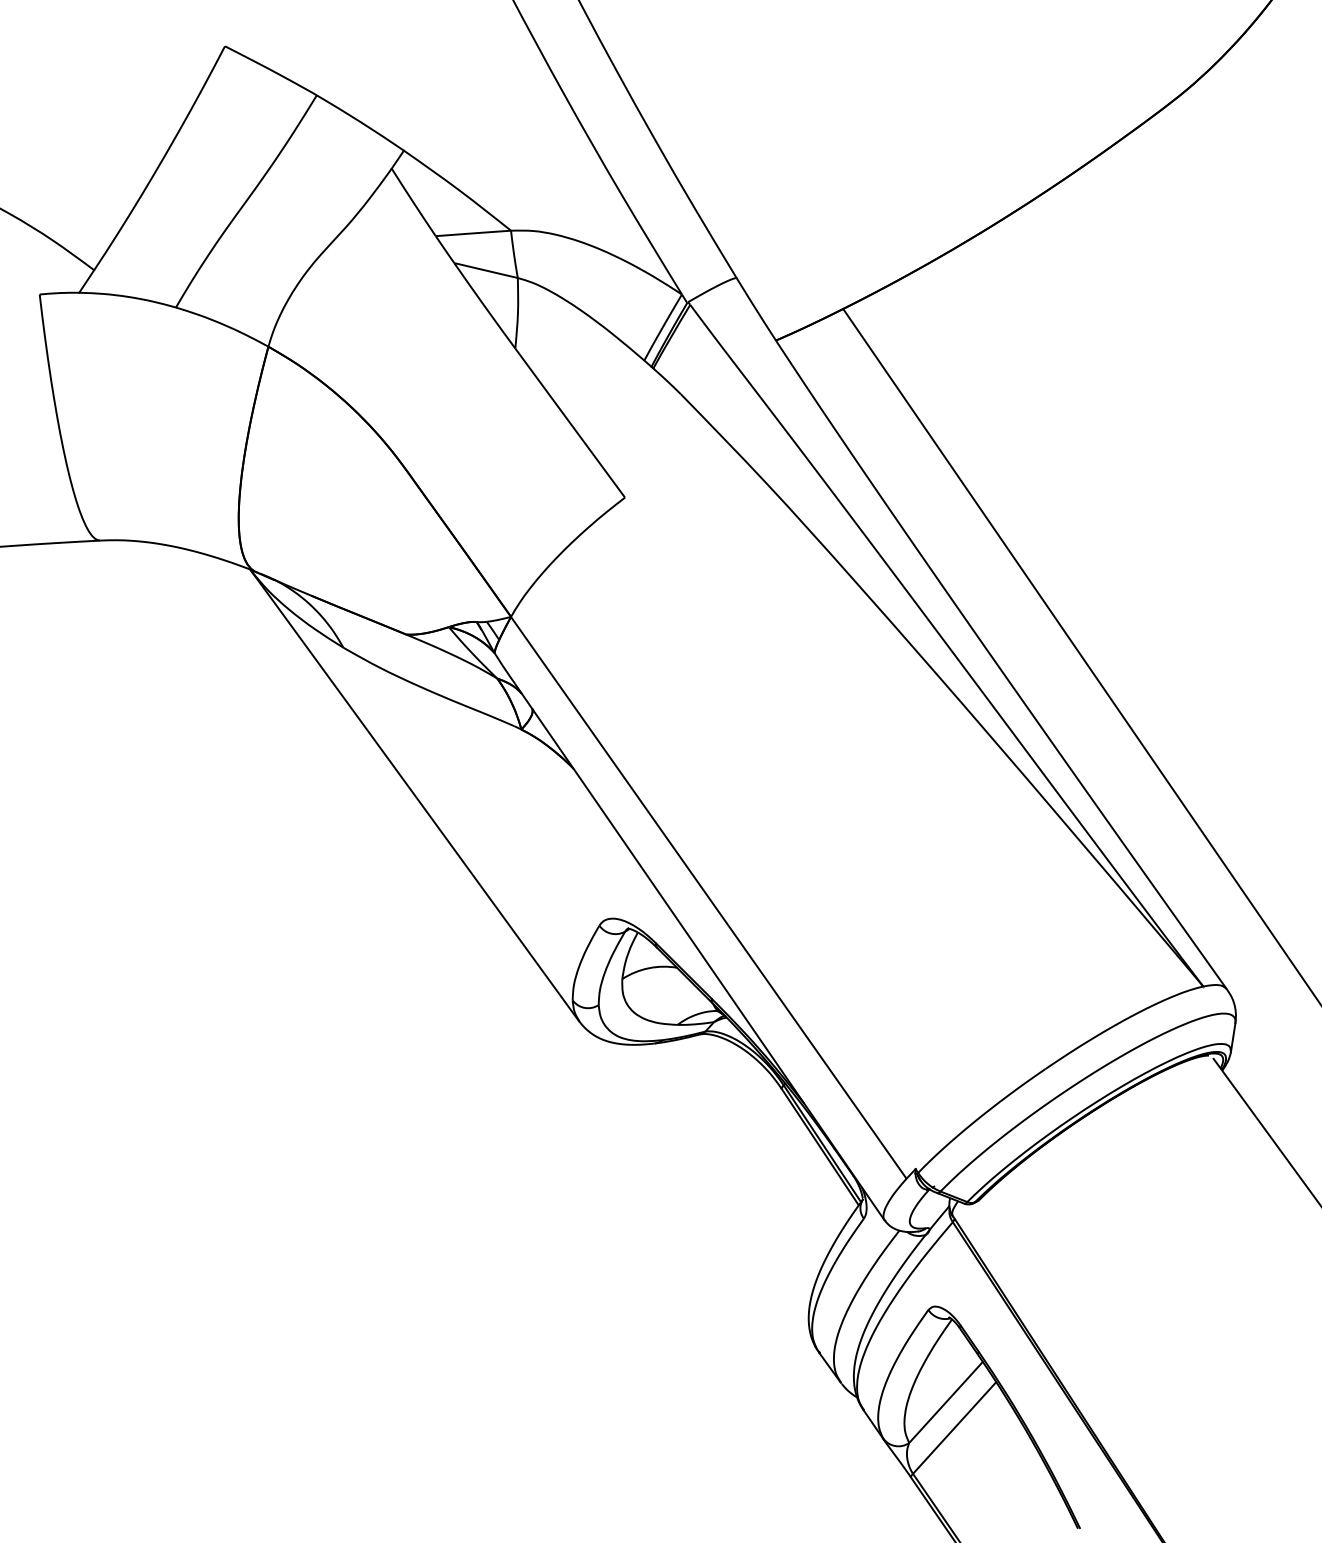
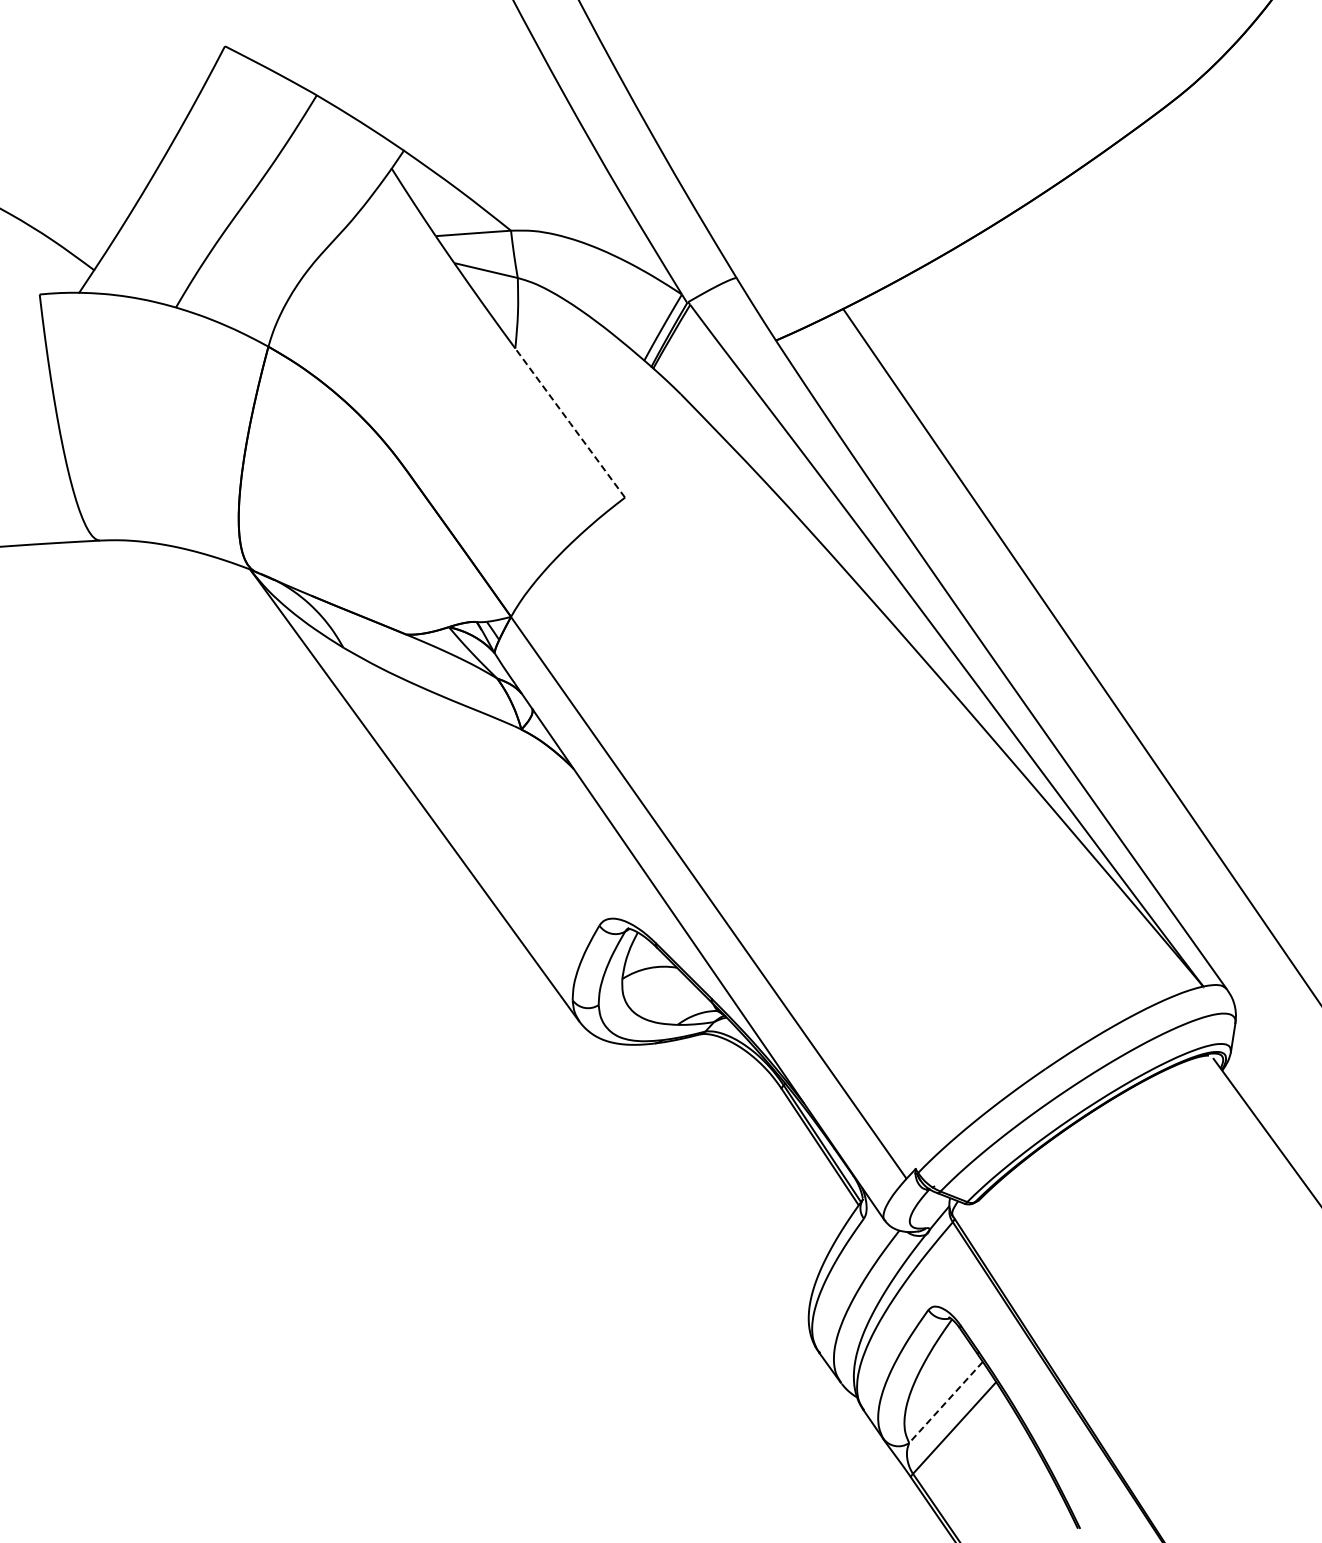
line at (570, 423): solid -> dashed
line at (946, 1402): solid -> dashed
